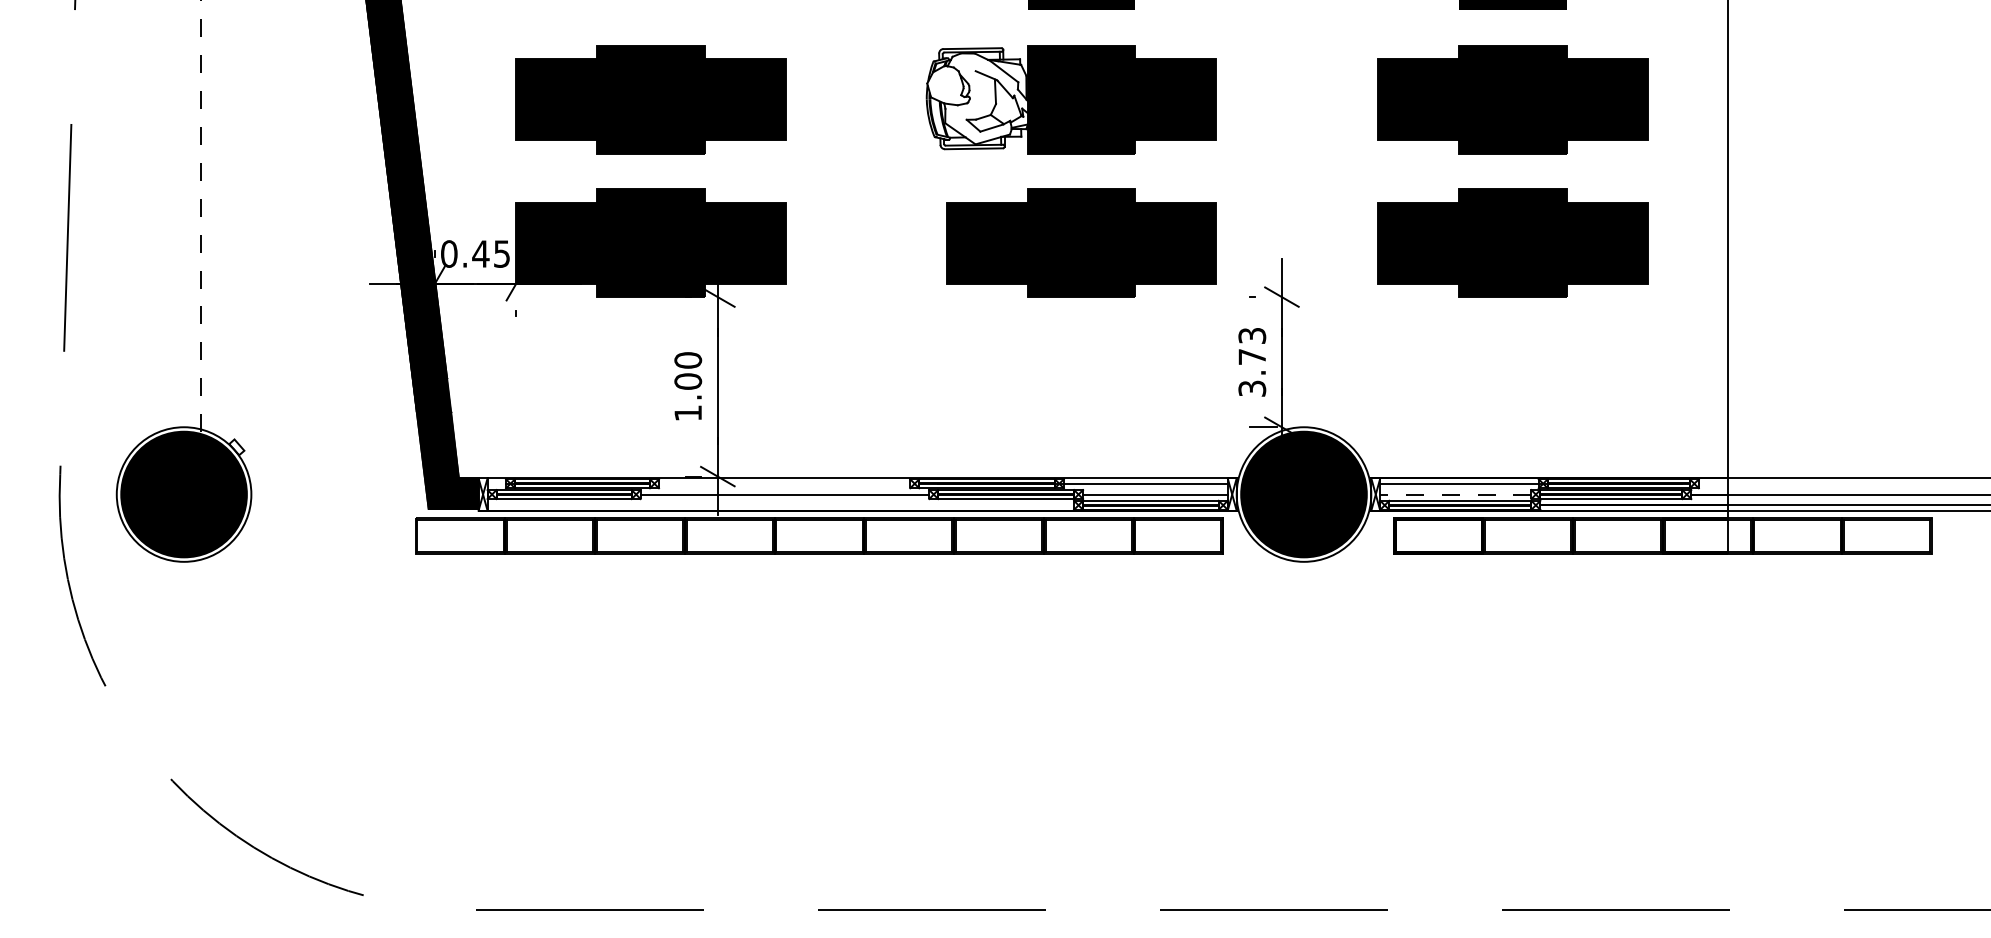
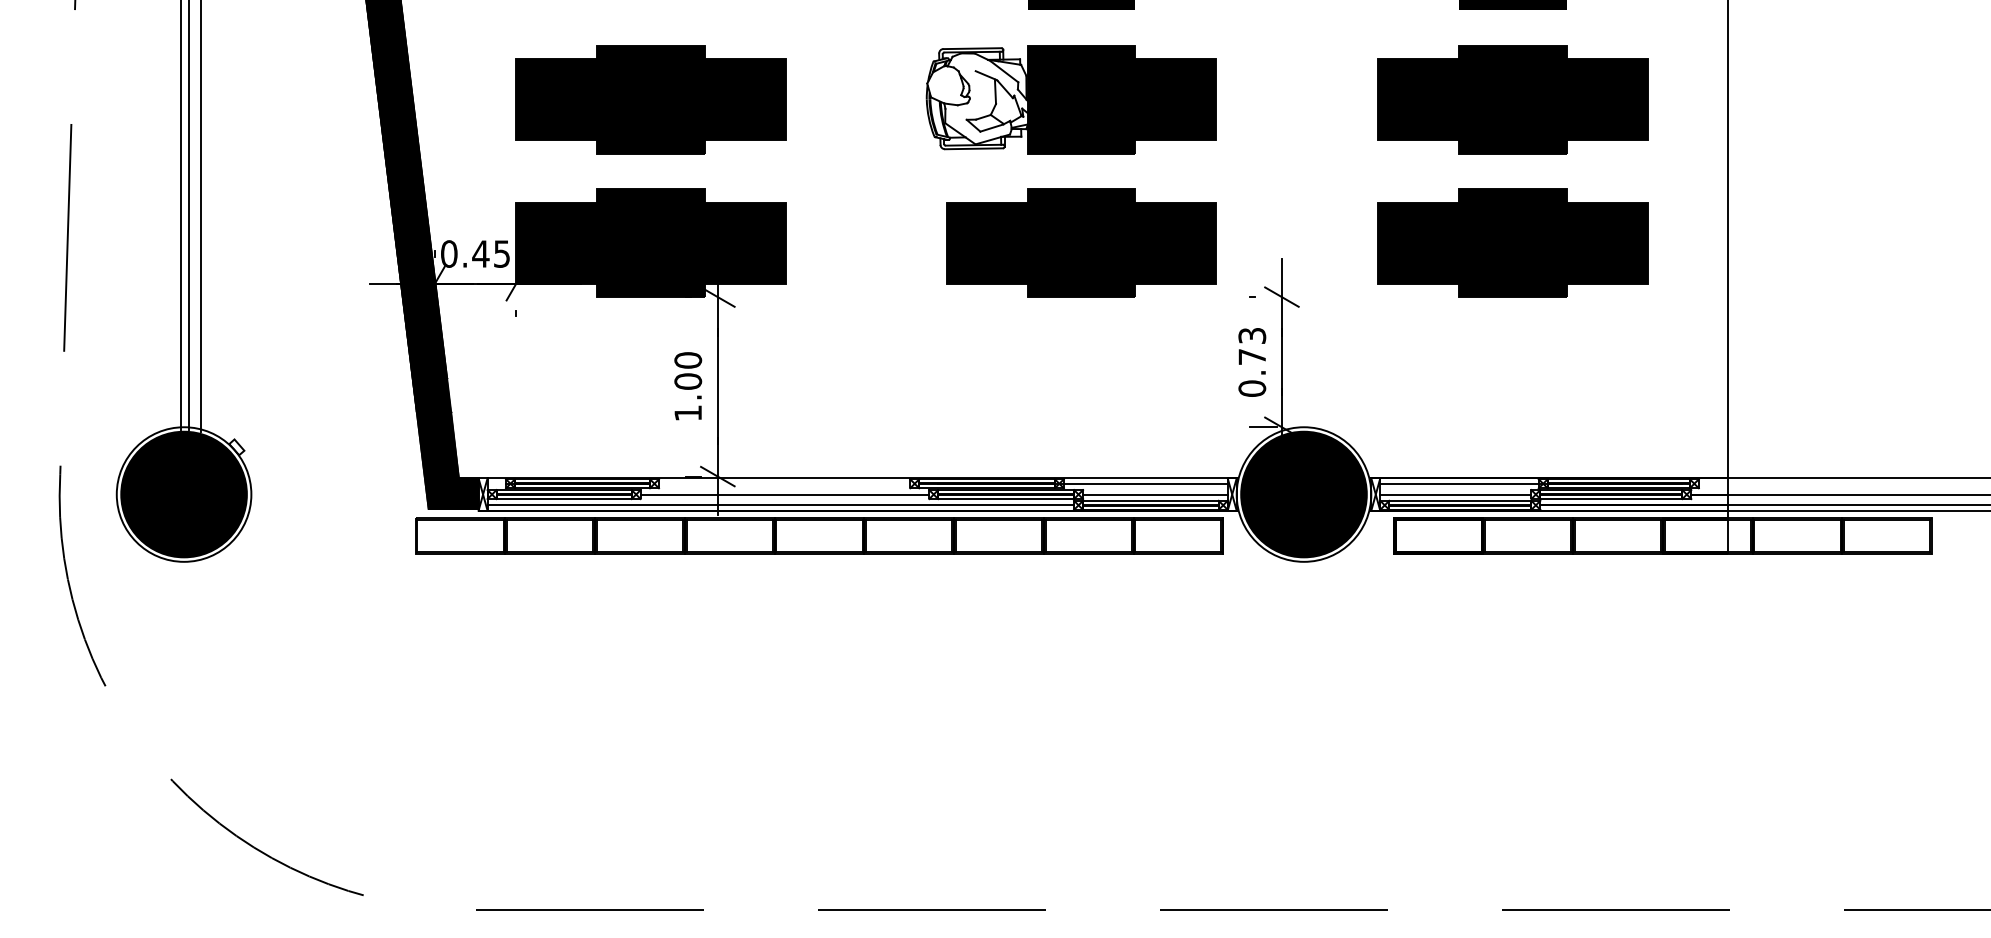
line at (180, 216): none -> present
line at (189, 216): none -> present
line at (201, 216): dashed -> solid
text at (1252, 388): 3.73 -> 0.73
line at (1455, 494): dashed -> solid
line at (780, 505): none -> present
